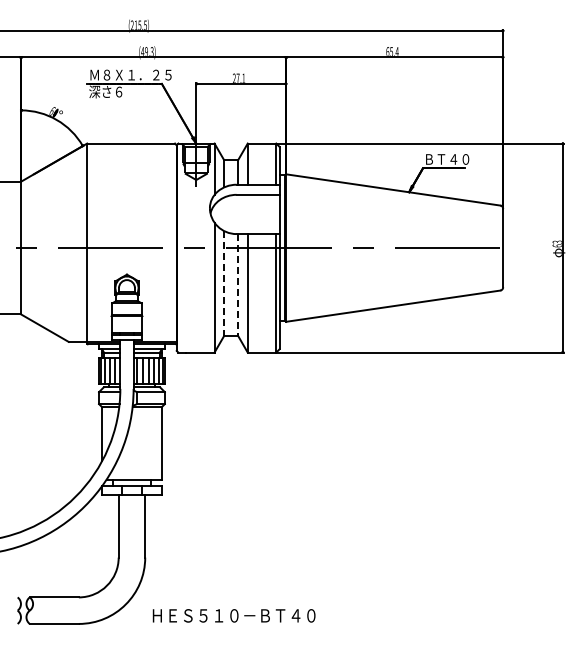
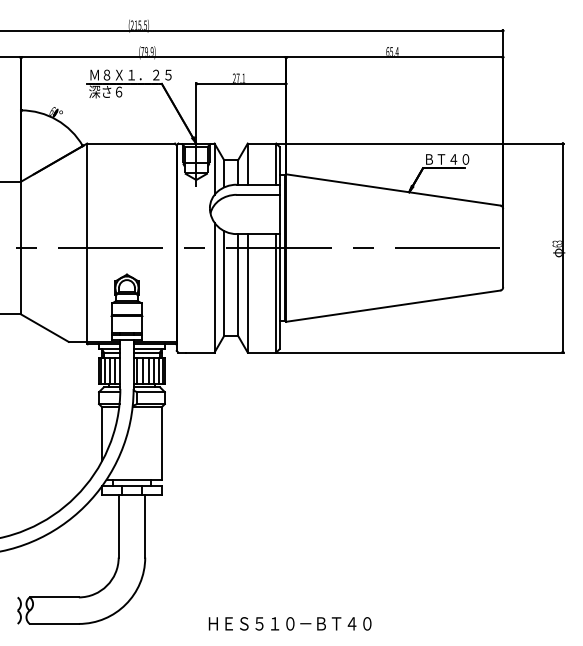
text at (147, 51): 49.3 -> 79.9
line at (224, 284): dashed -> solid
line at (238, 285): dashed -> solid
text at (233, 615) position: (233, 615) -> (289, 623)
